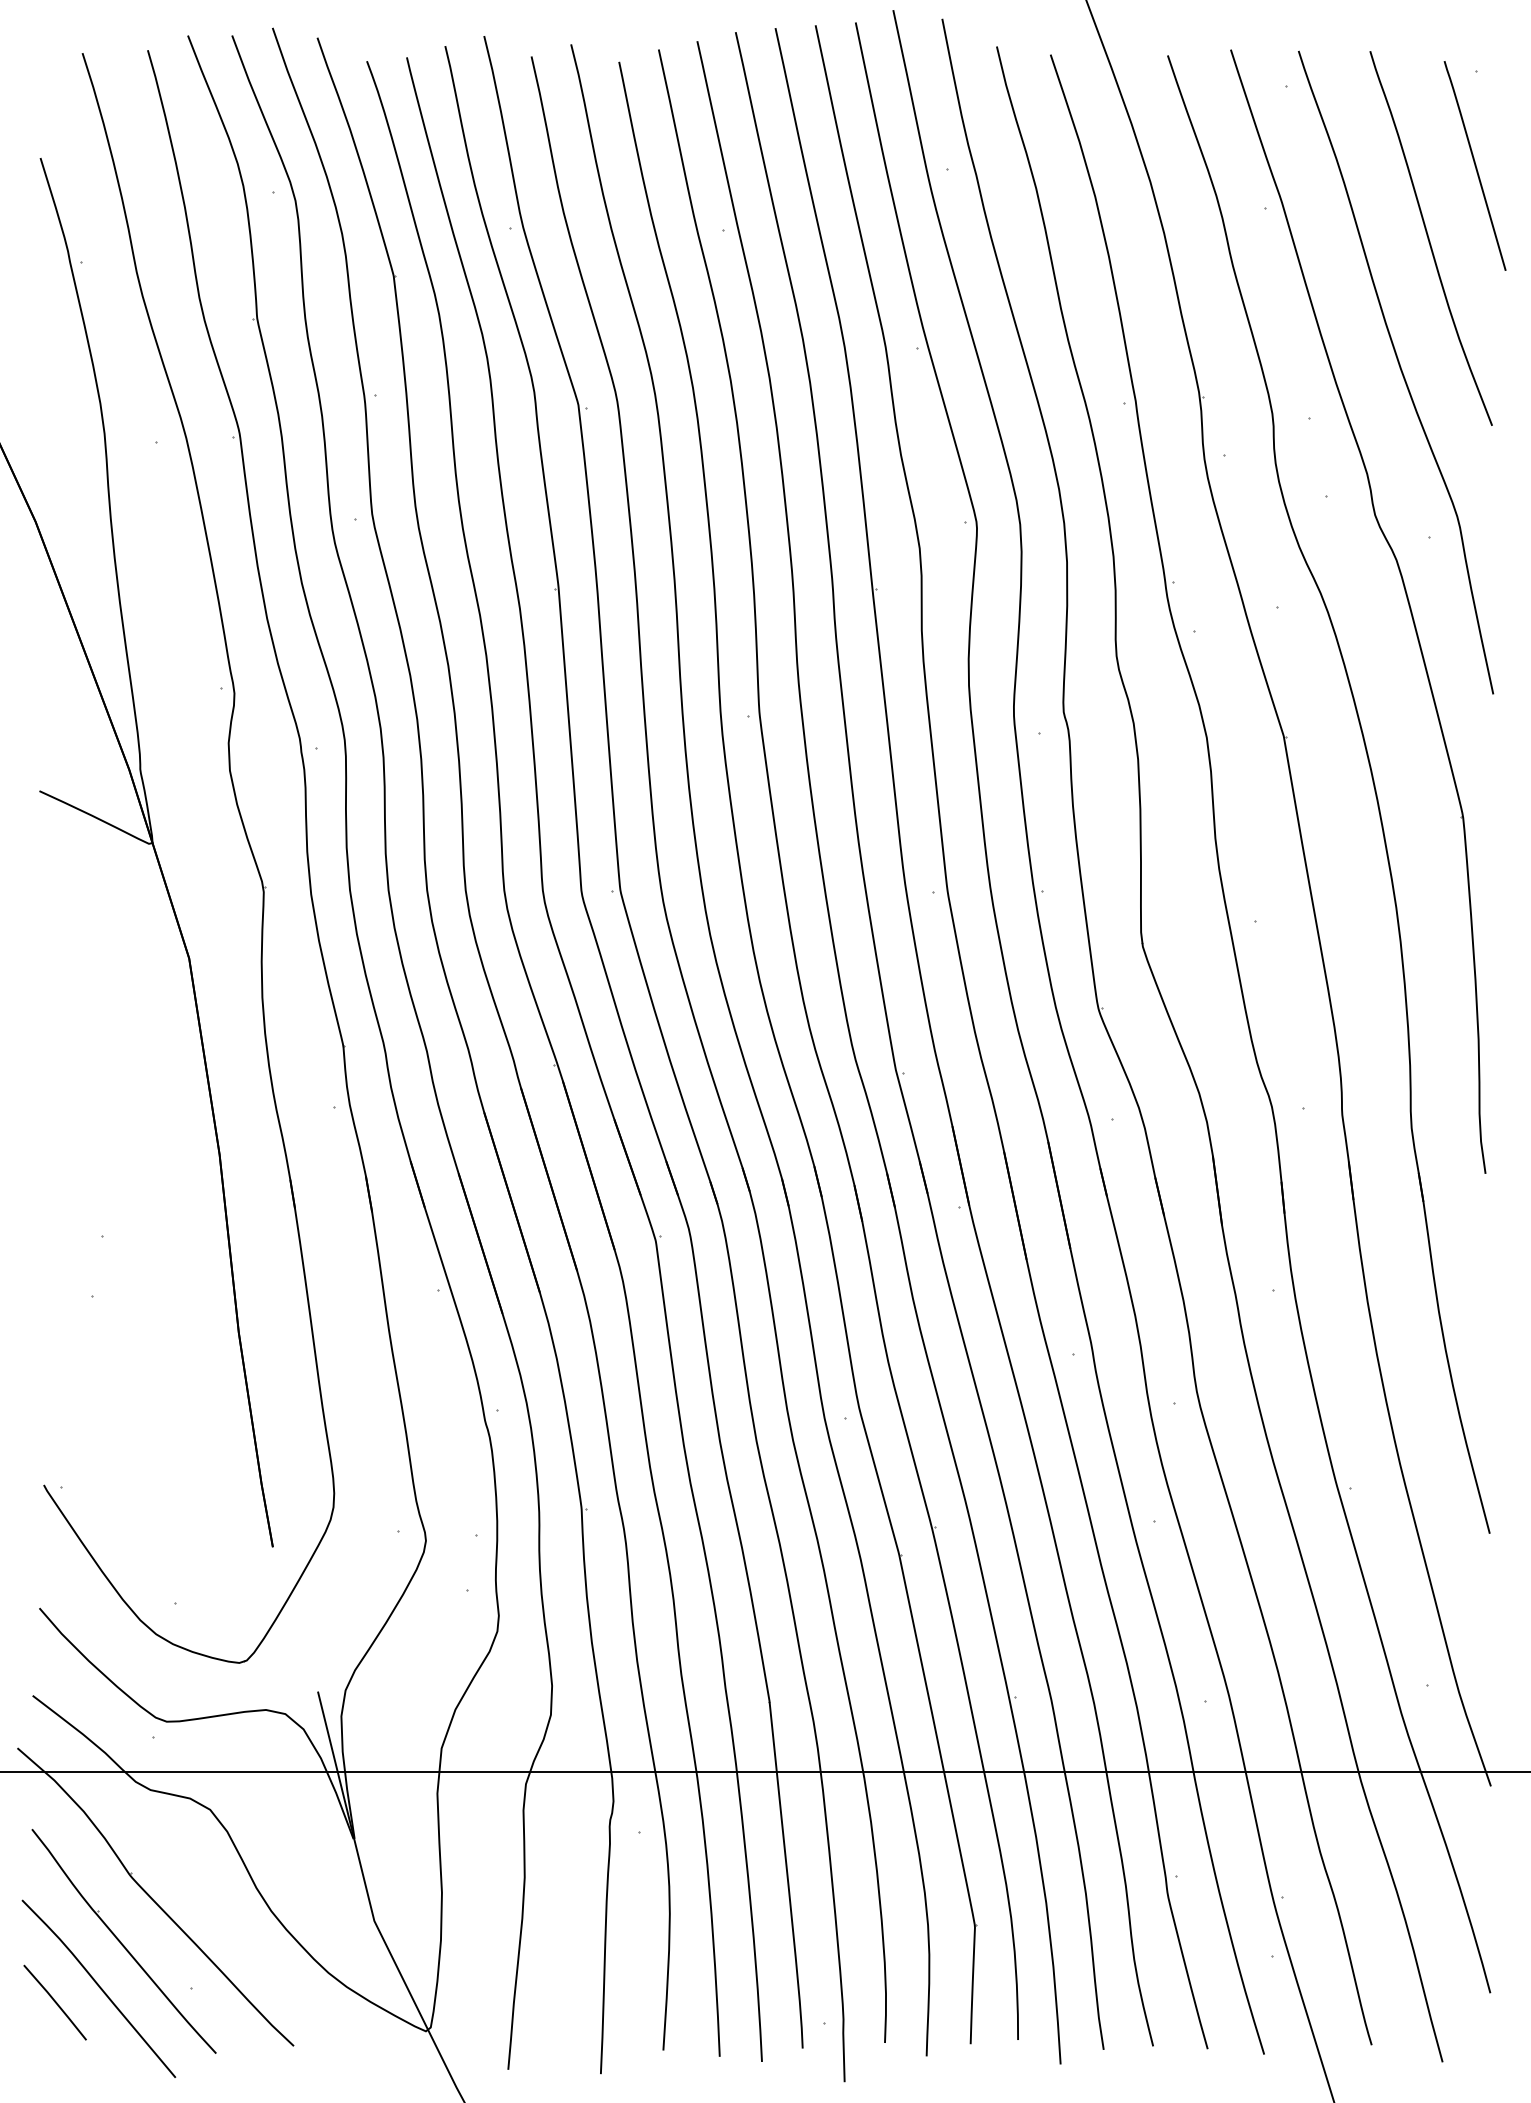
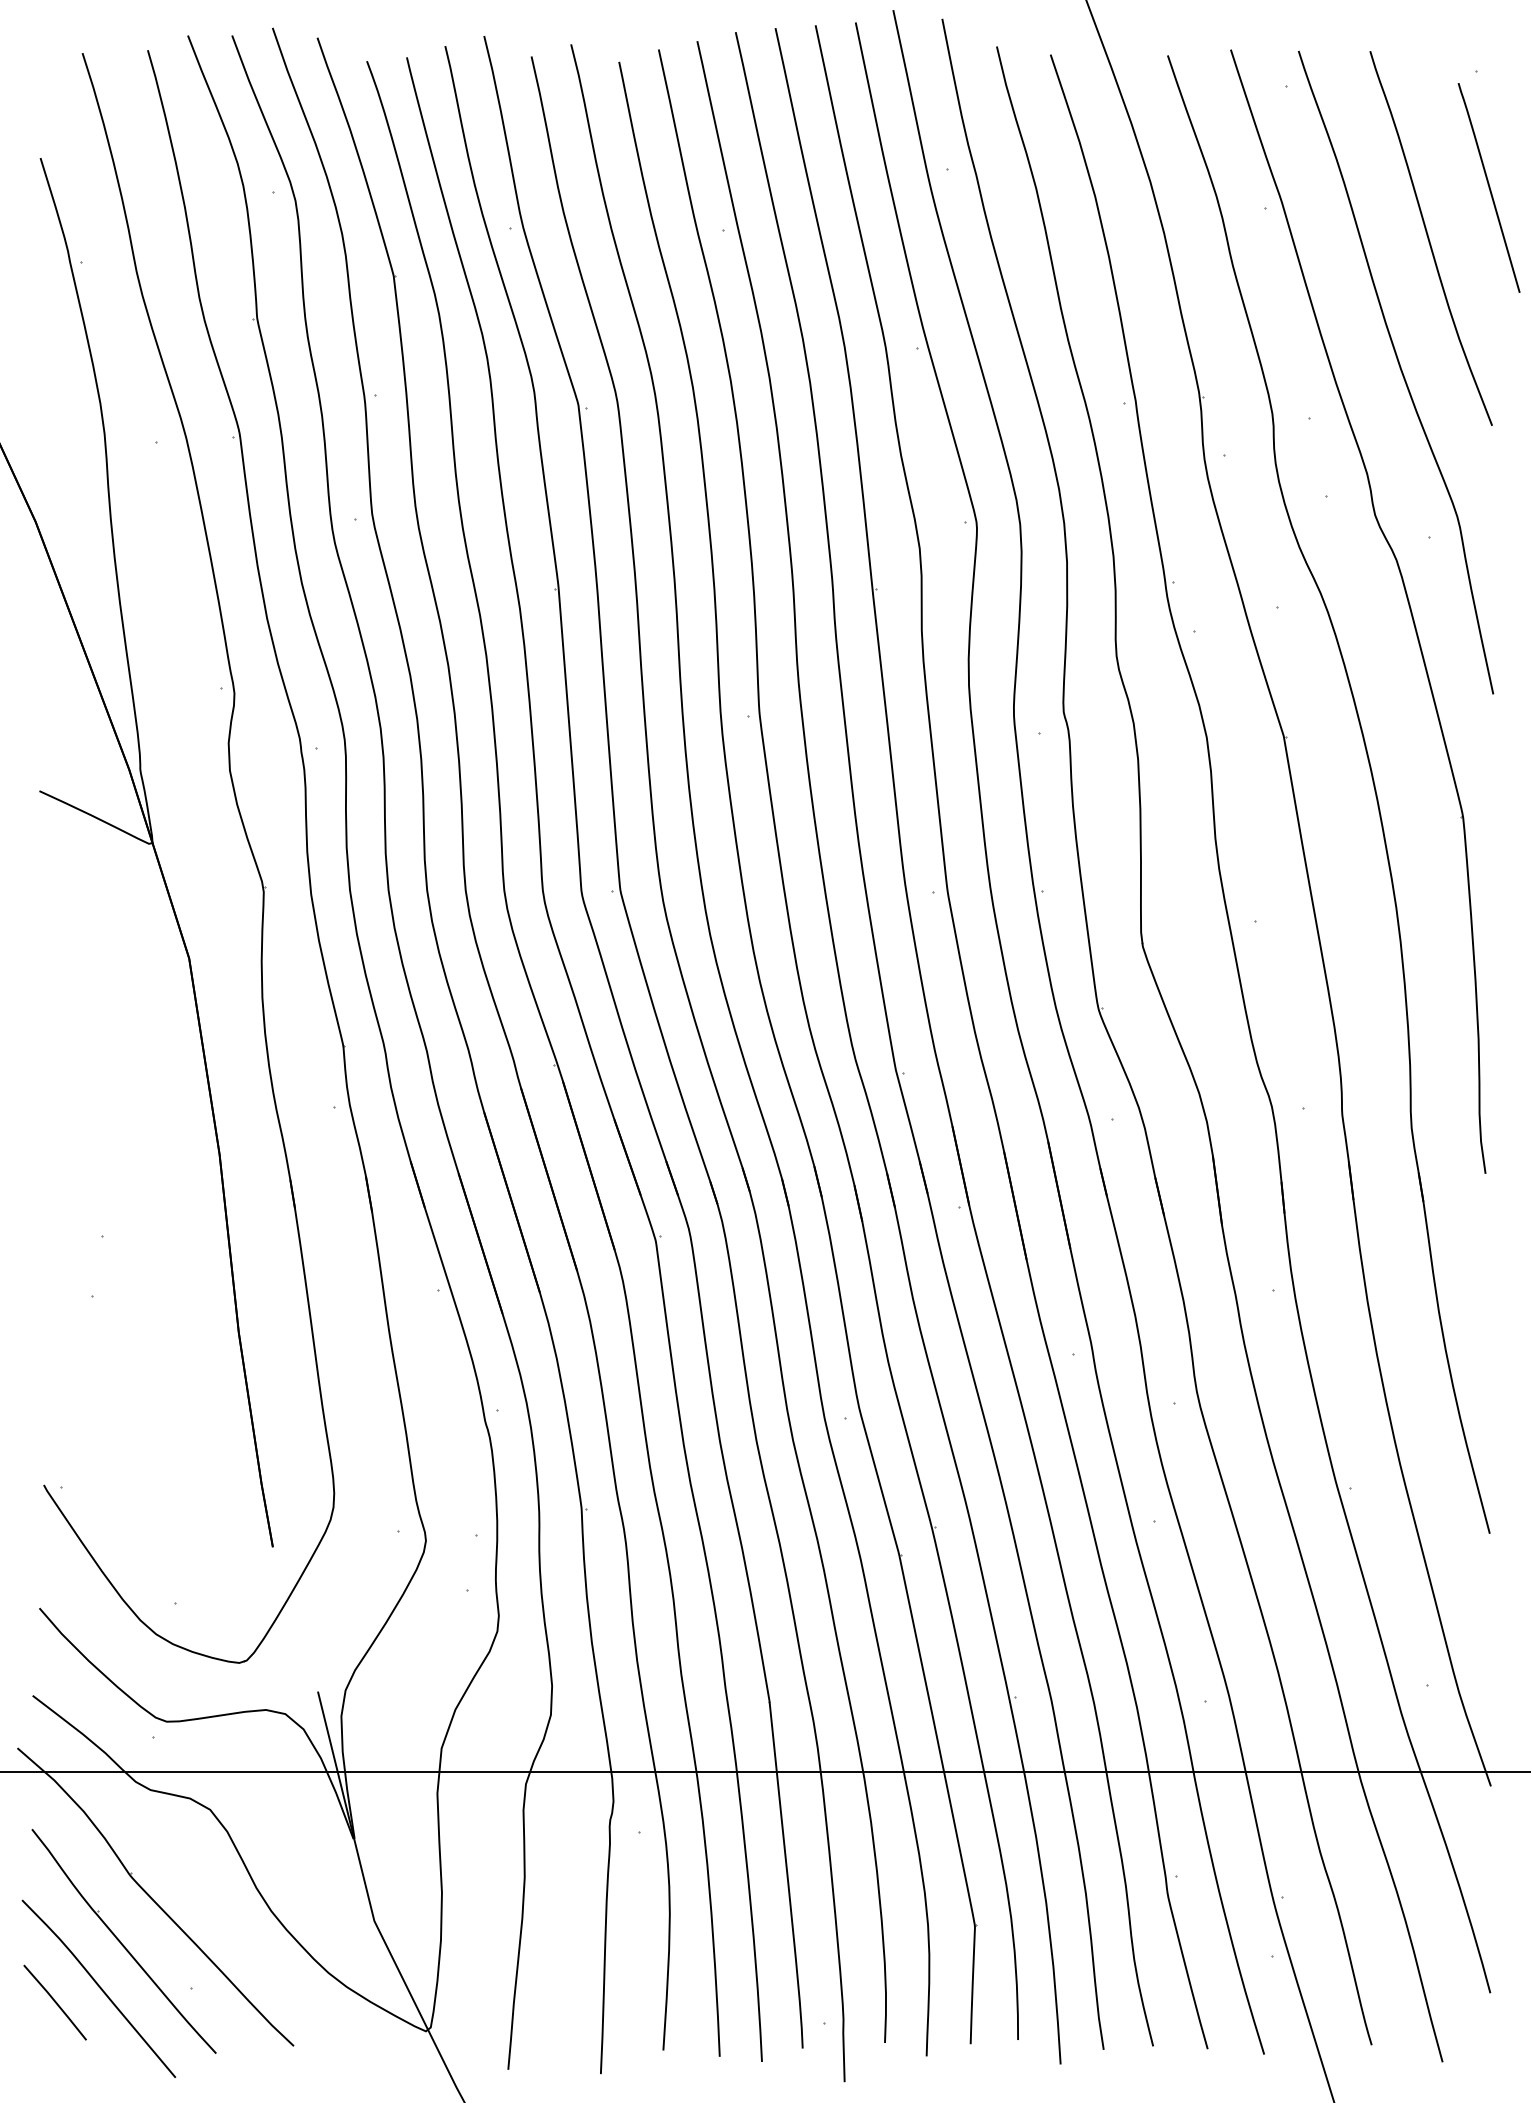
curve at (1474, 165) position: (1474, 165) -> (1488, 187)
